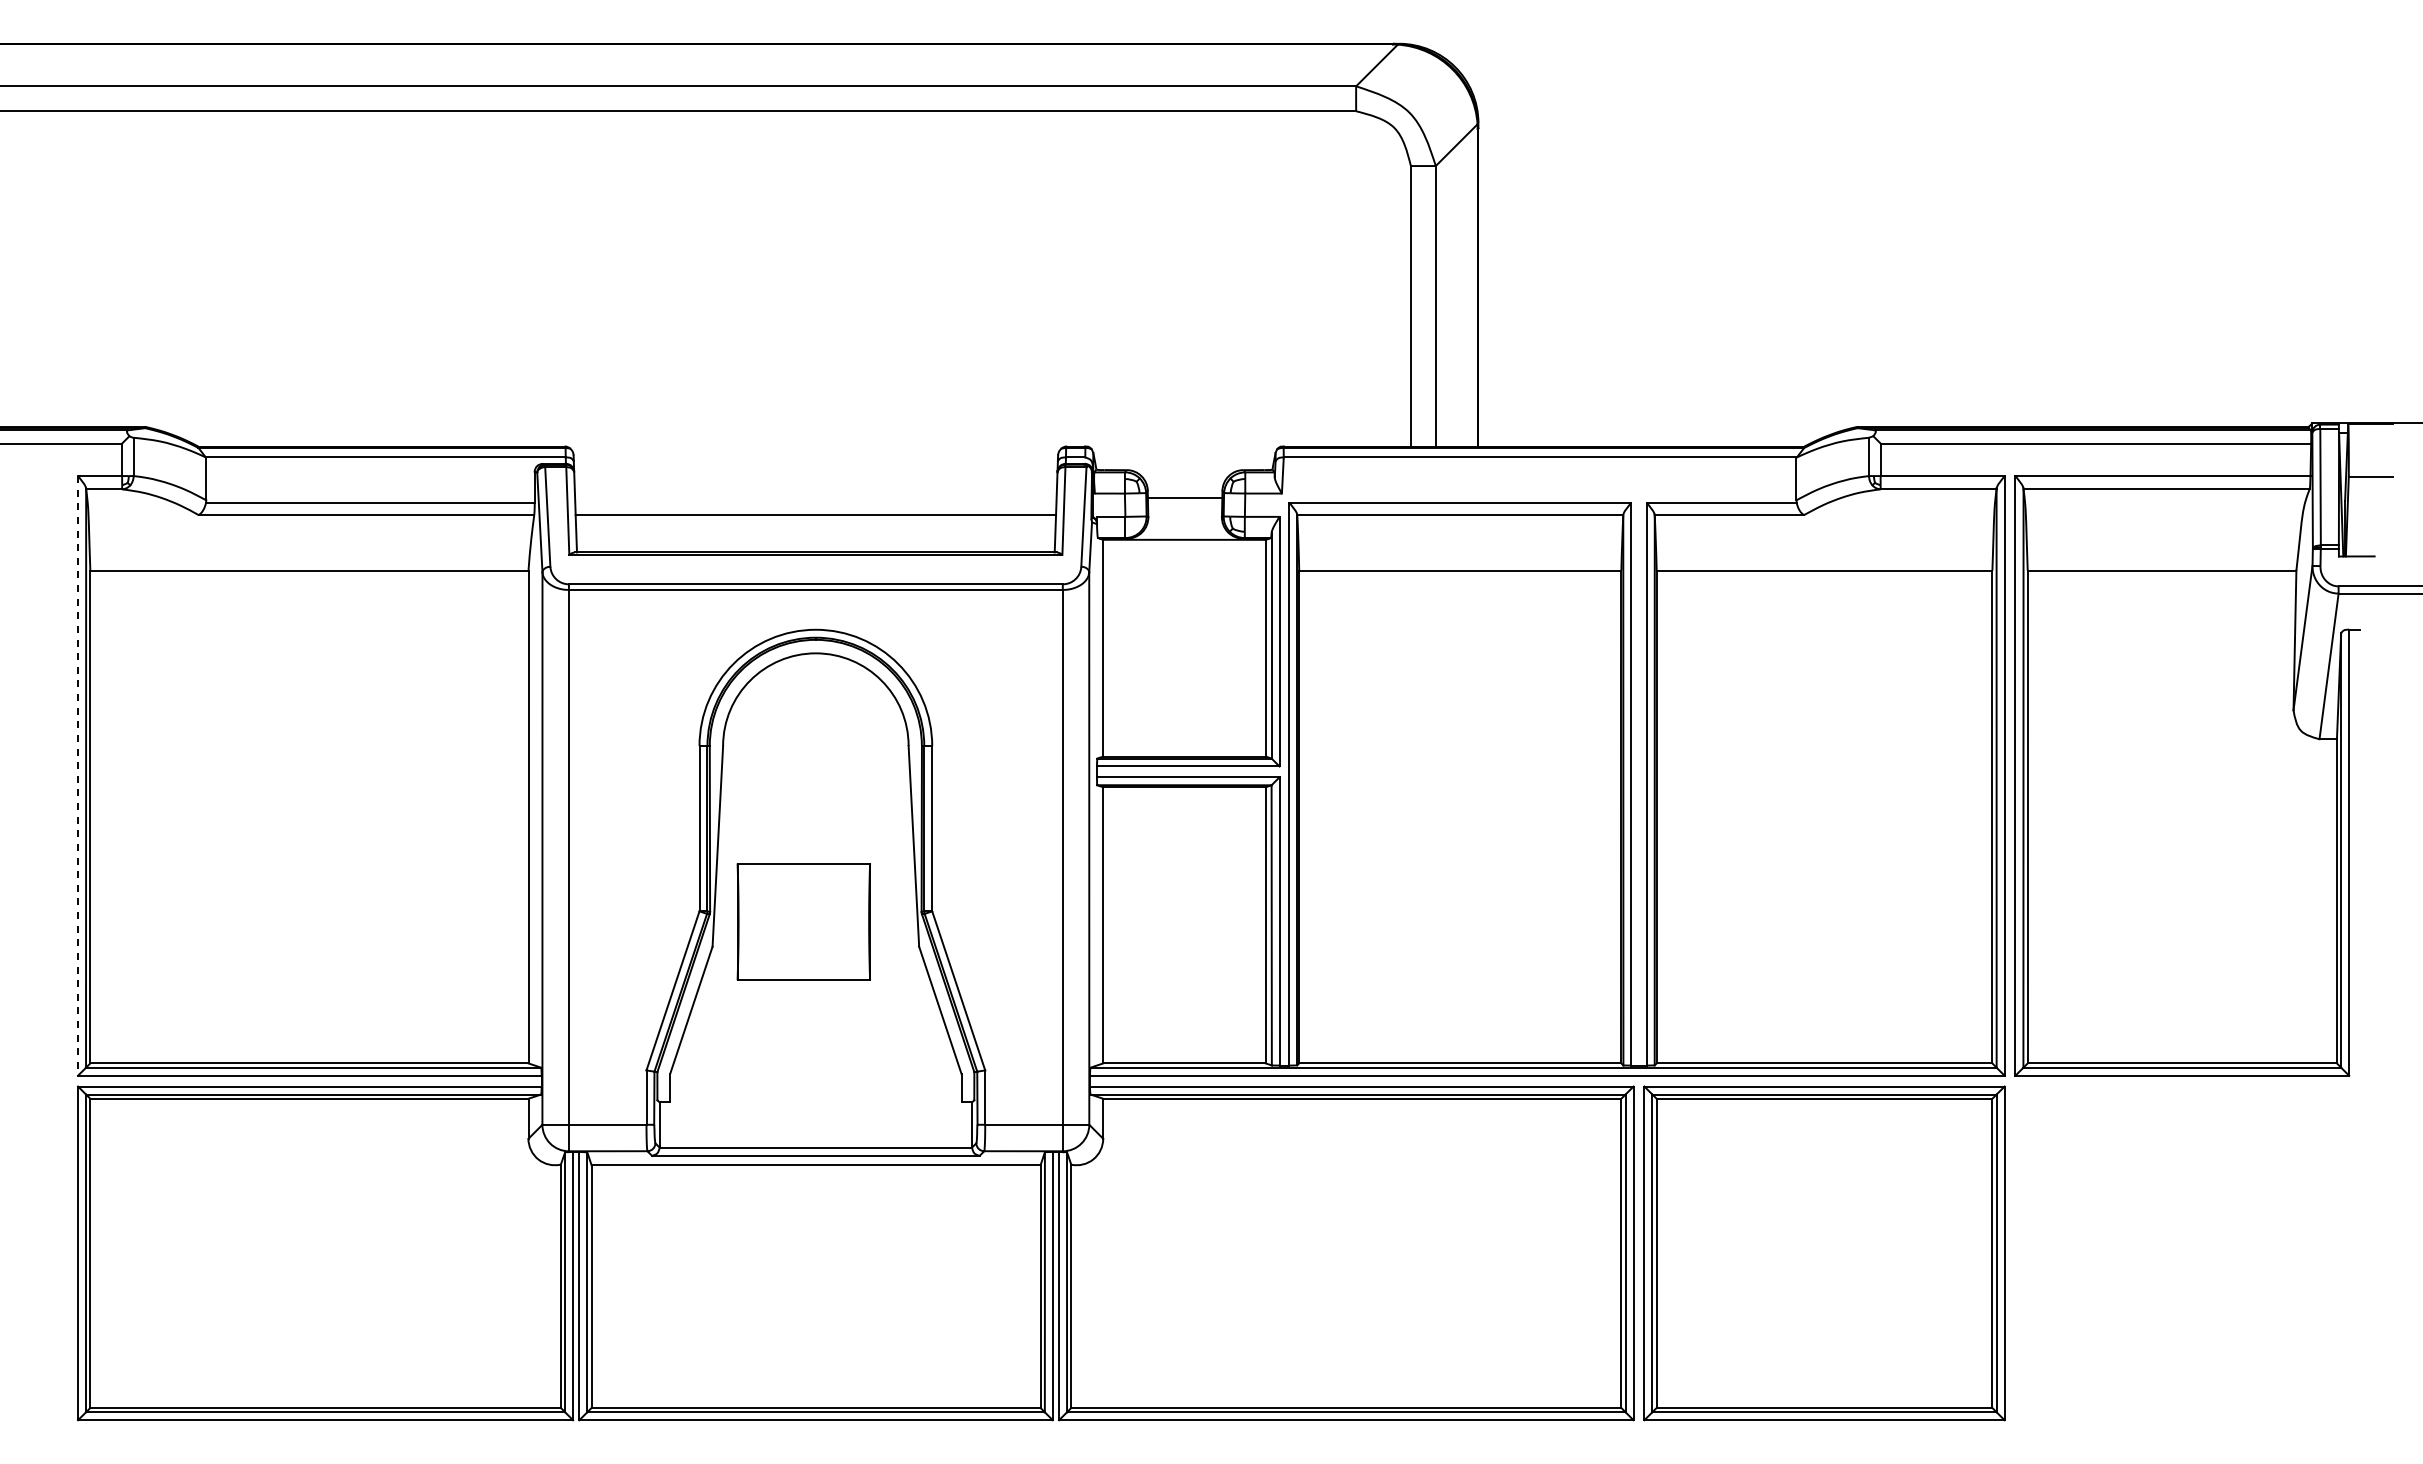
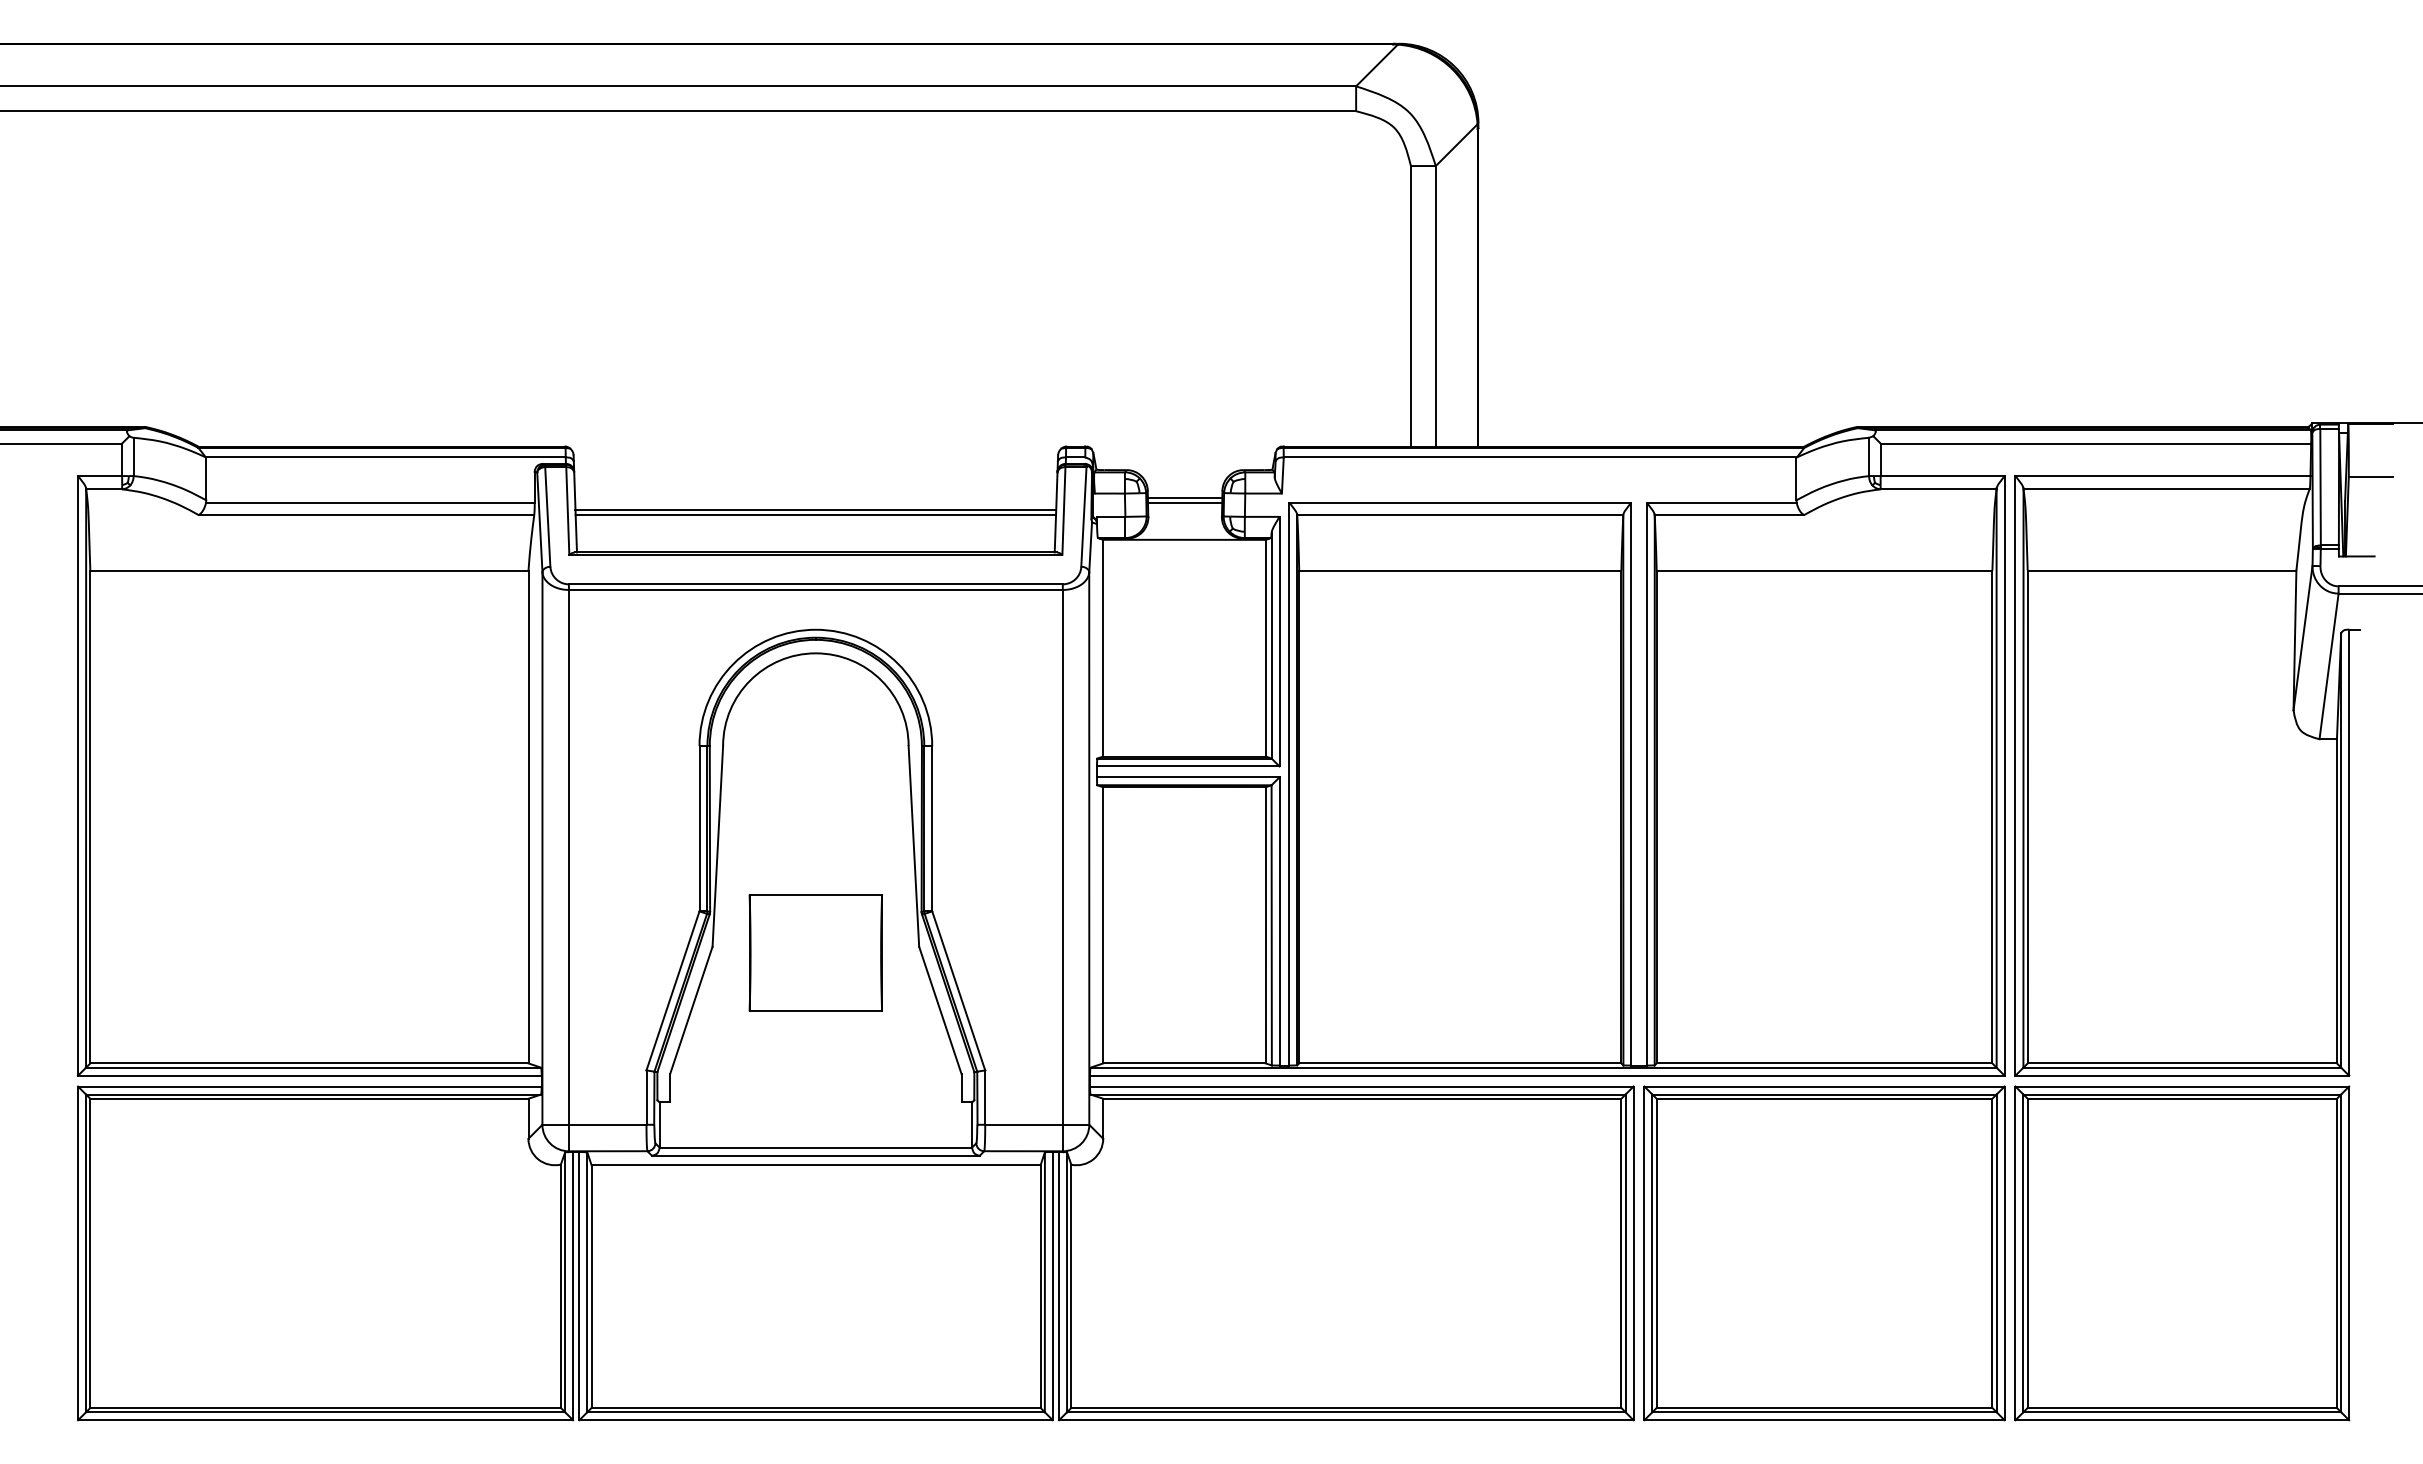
line at (1185, 503): none -> present
line at (815, 509): none -> present
line at (78, 775): dashed -> solid
part at (803, 921) position: (803, 921) -> (815, 952)
part at (2182, 1253): none -> present
